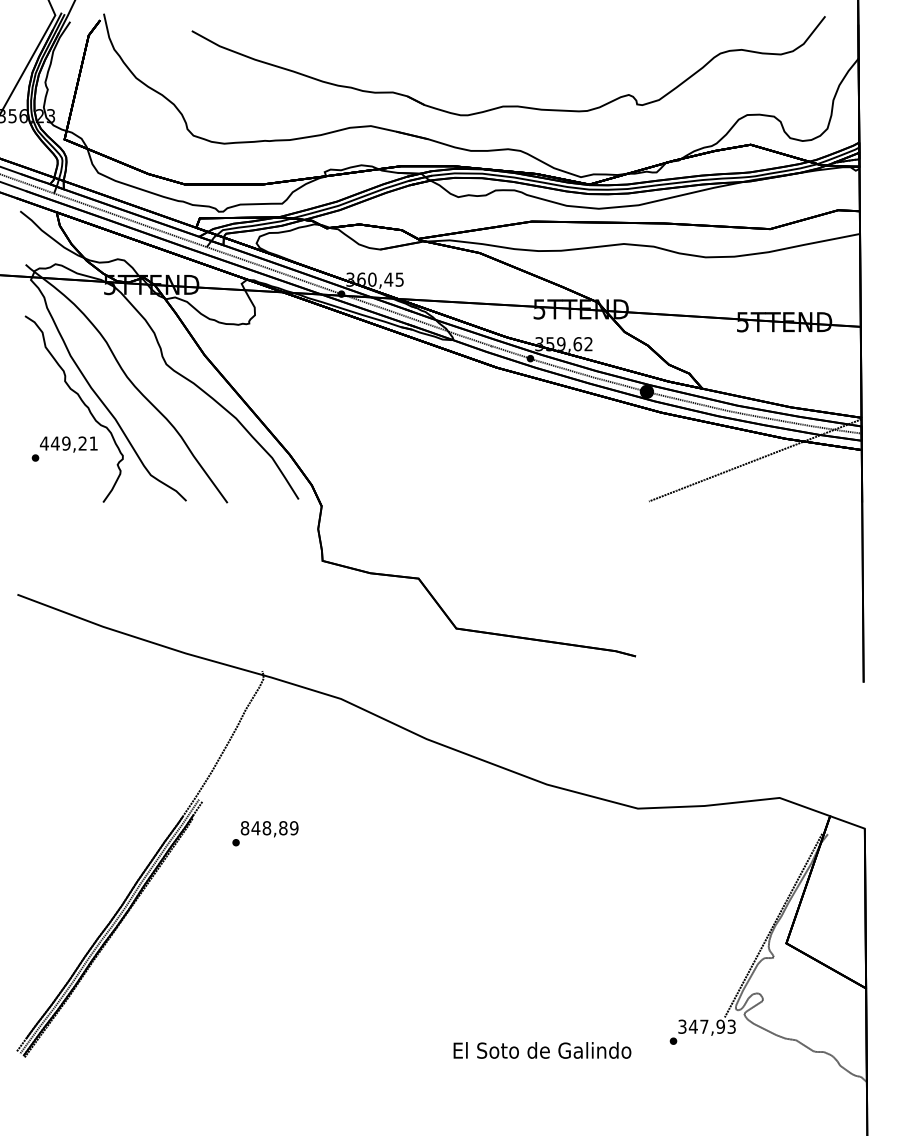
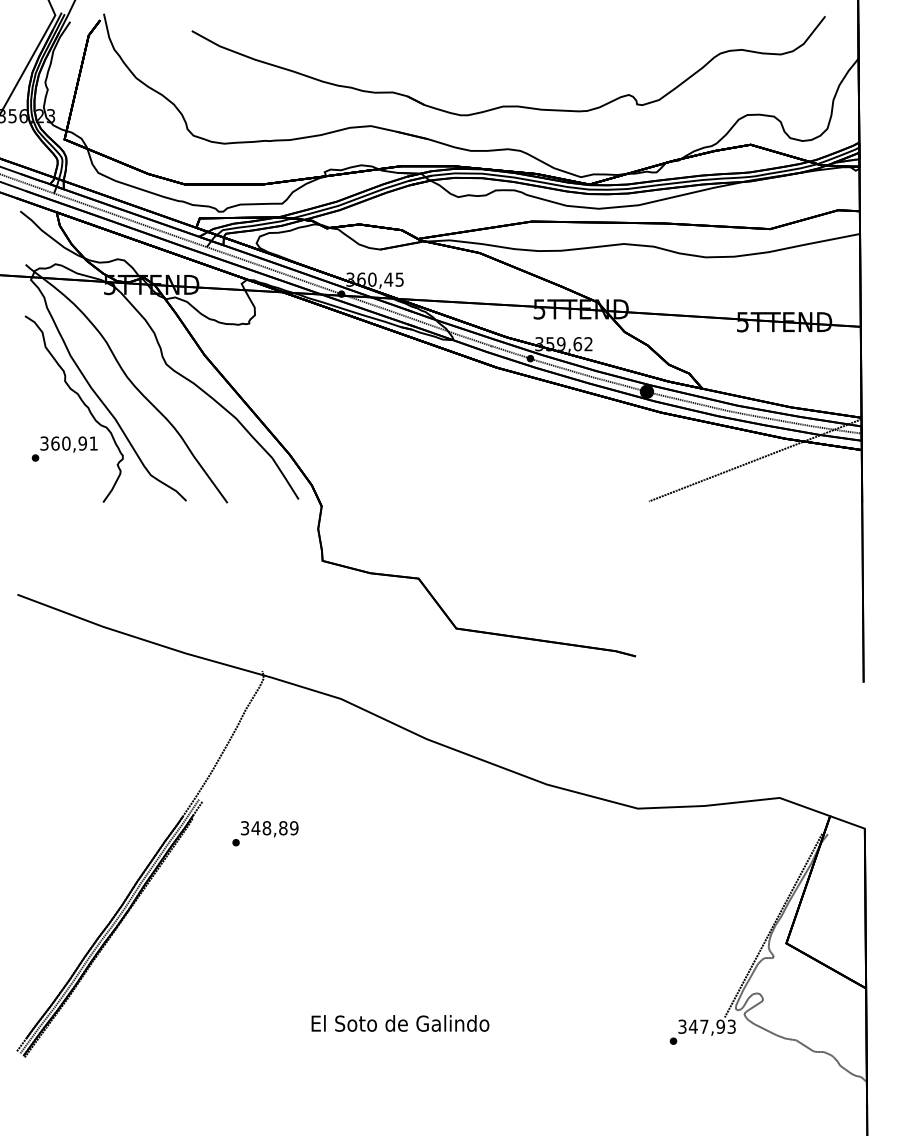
text at (62, 443): 449,21 -> 360,91
text at (244, 828): 848,89 -> 348,89
text at (542, 1050) position: (542, 1050) -> (400, 1023)
